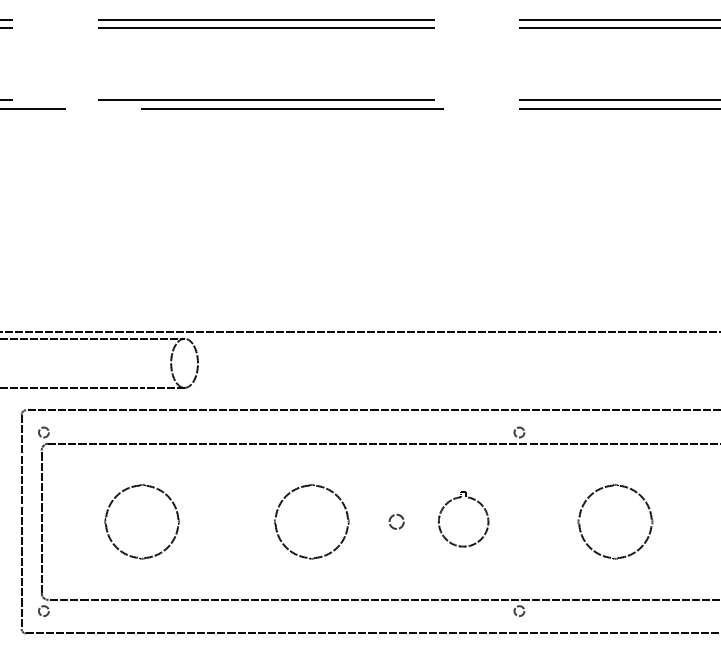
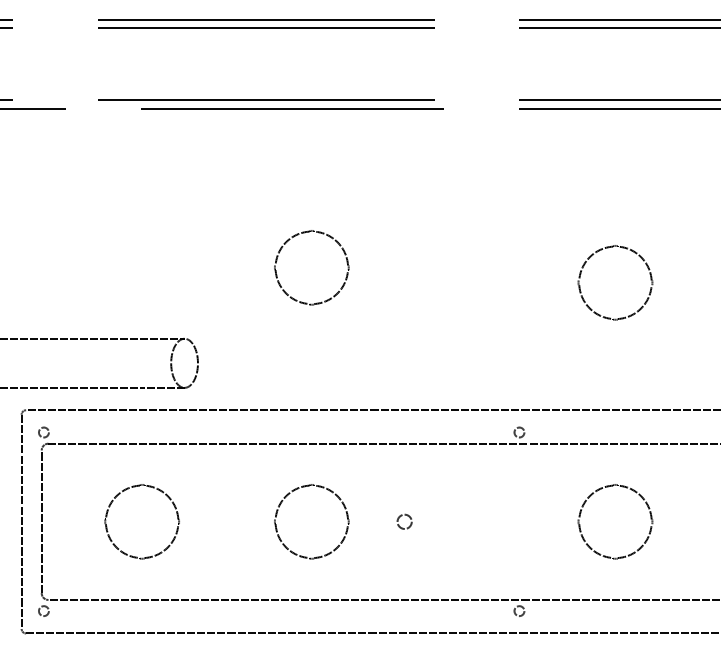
part at (294, 237): none -> present
part at (596, 253): none -> present
line at (359, 332): present -> none
part at (456, 499): present -> none
circle at (396, 521) position: (396, 521) -> (404, 521)
